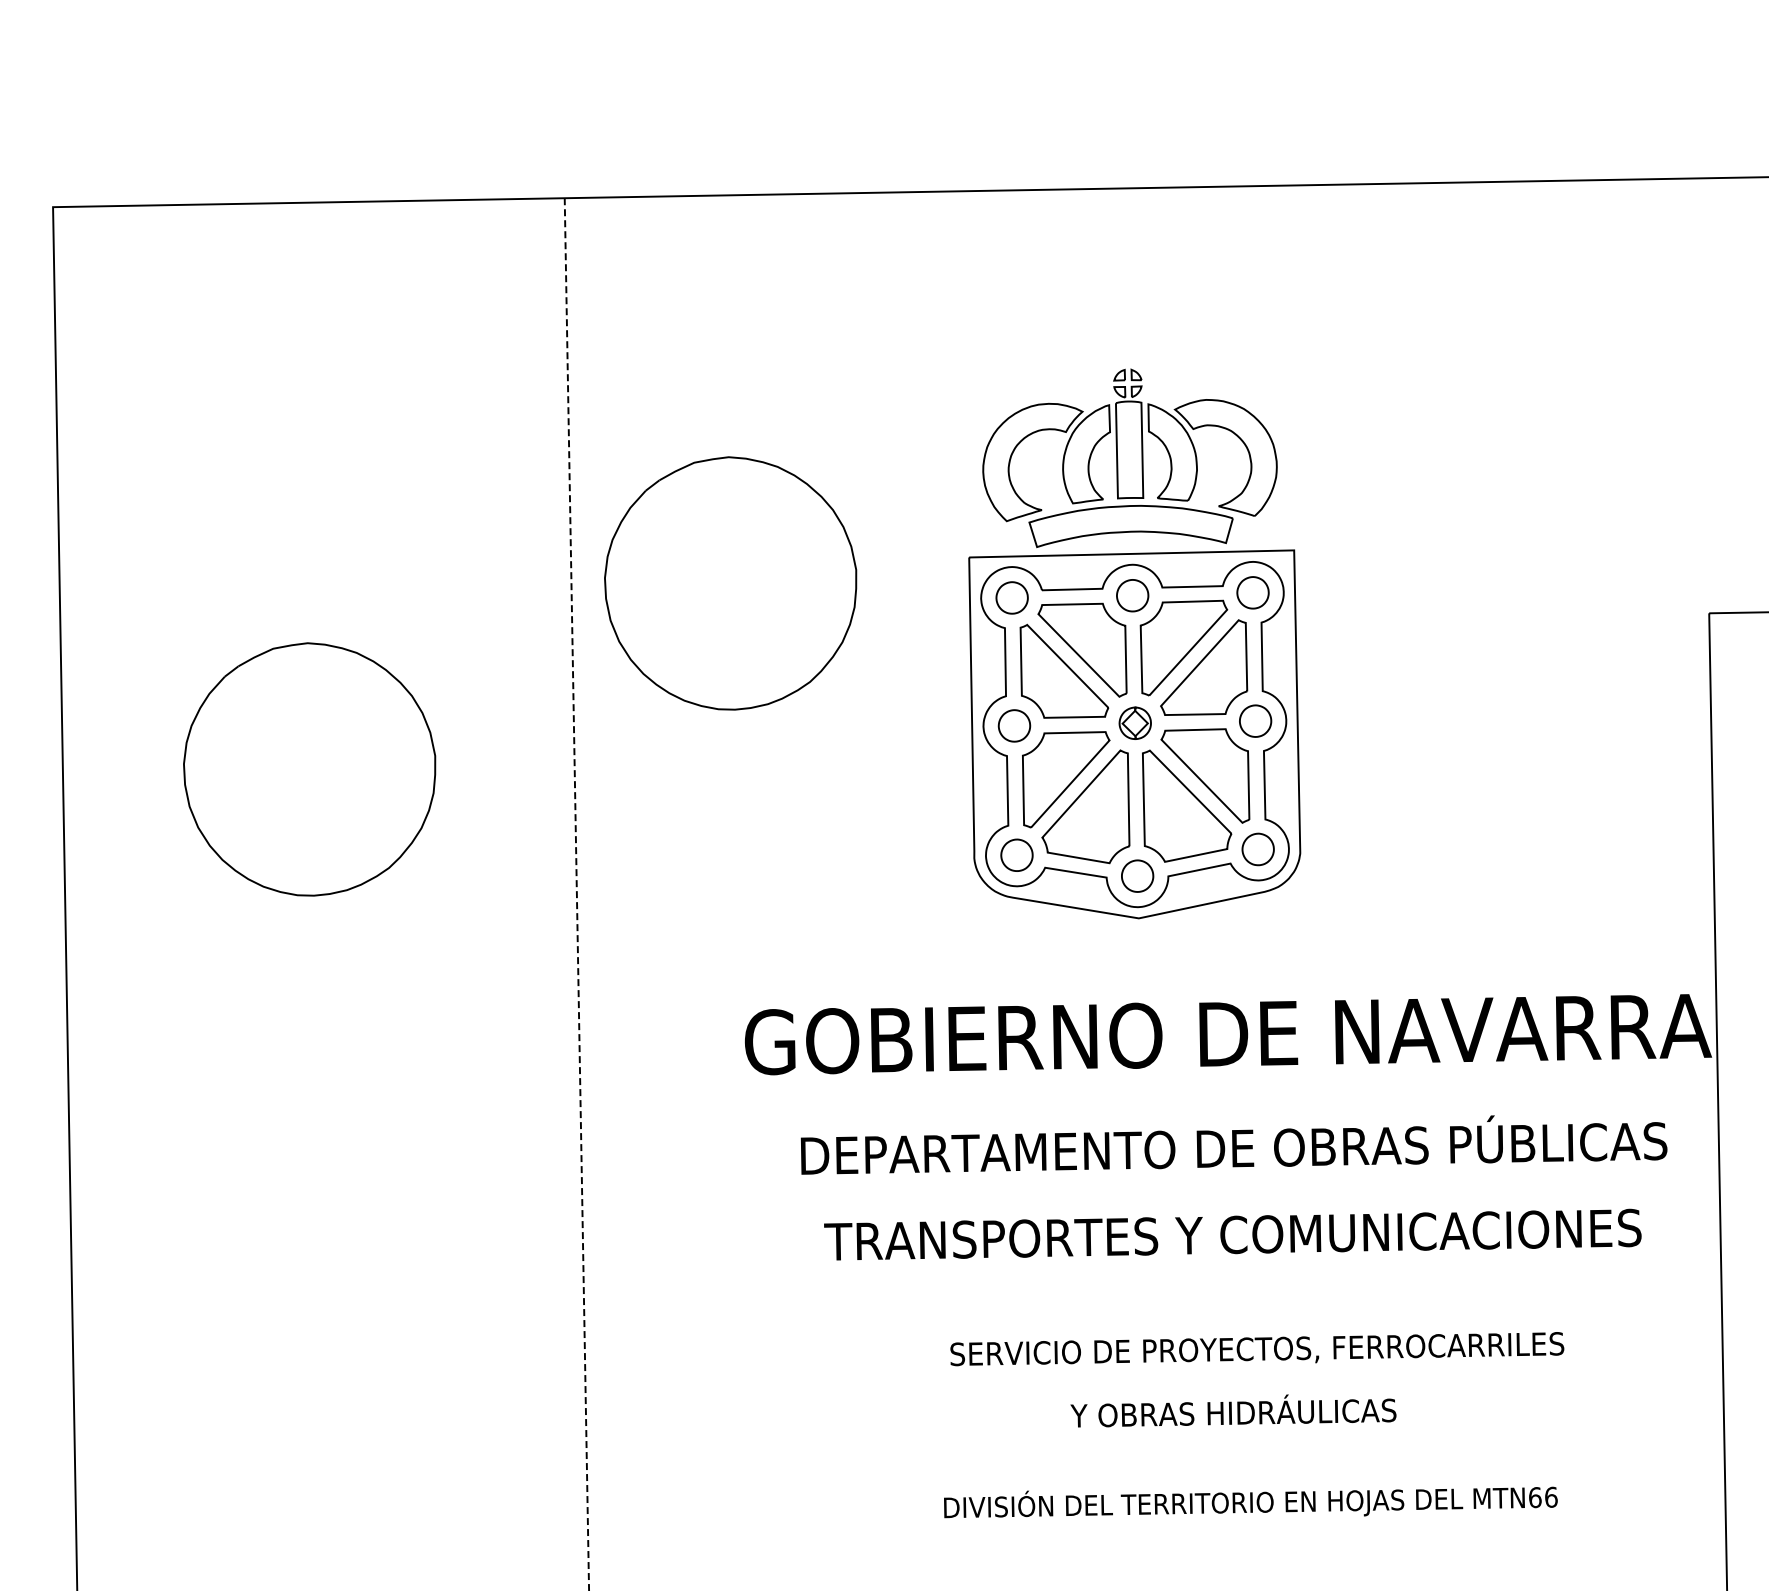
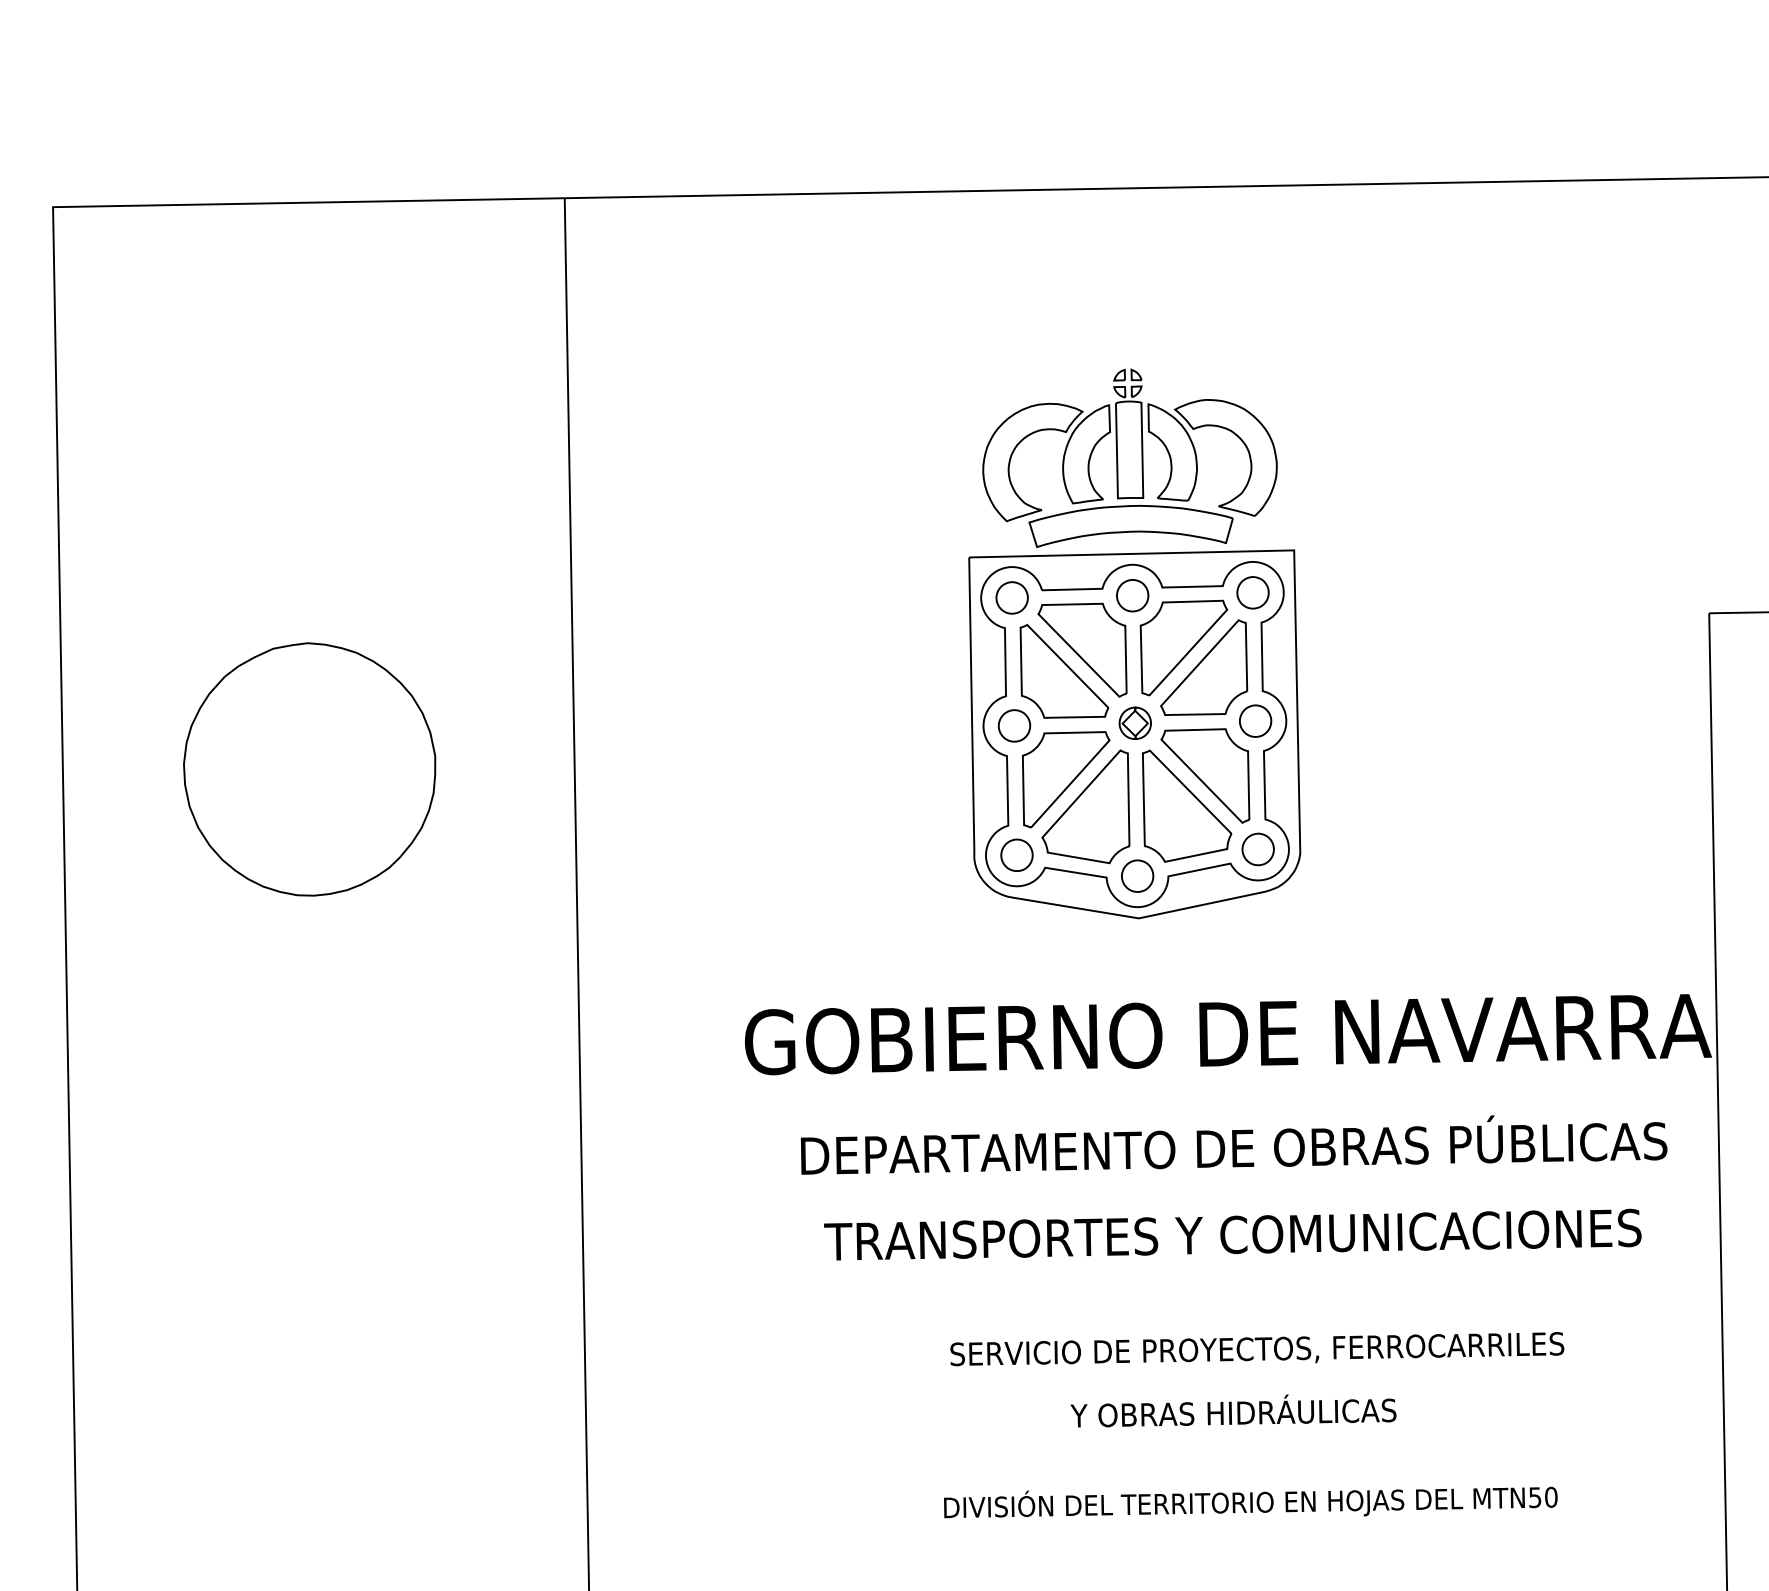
part at (730, 583): present -> none
line at (576, 894): dashed -> solid
text at (1543, 1497): MTN66 -> MTN50
